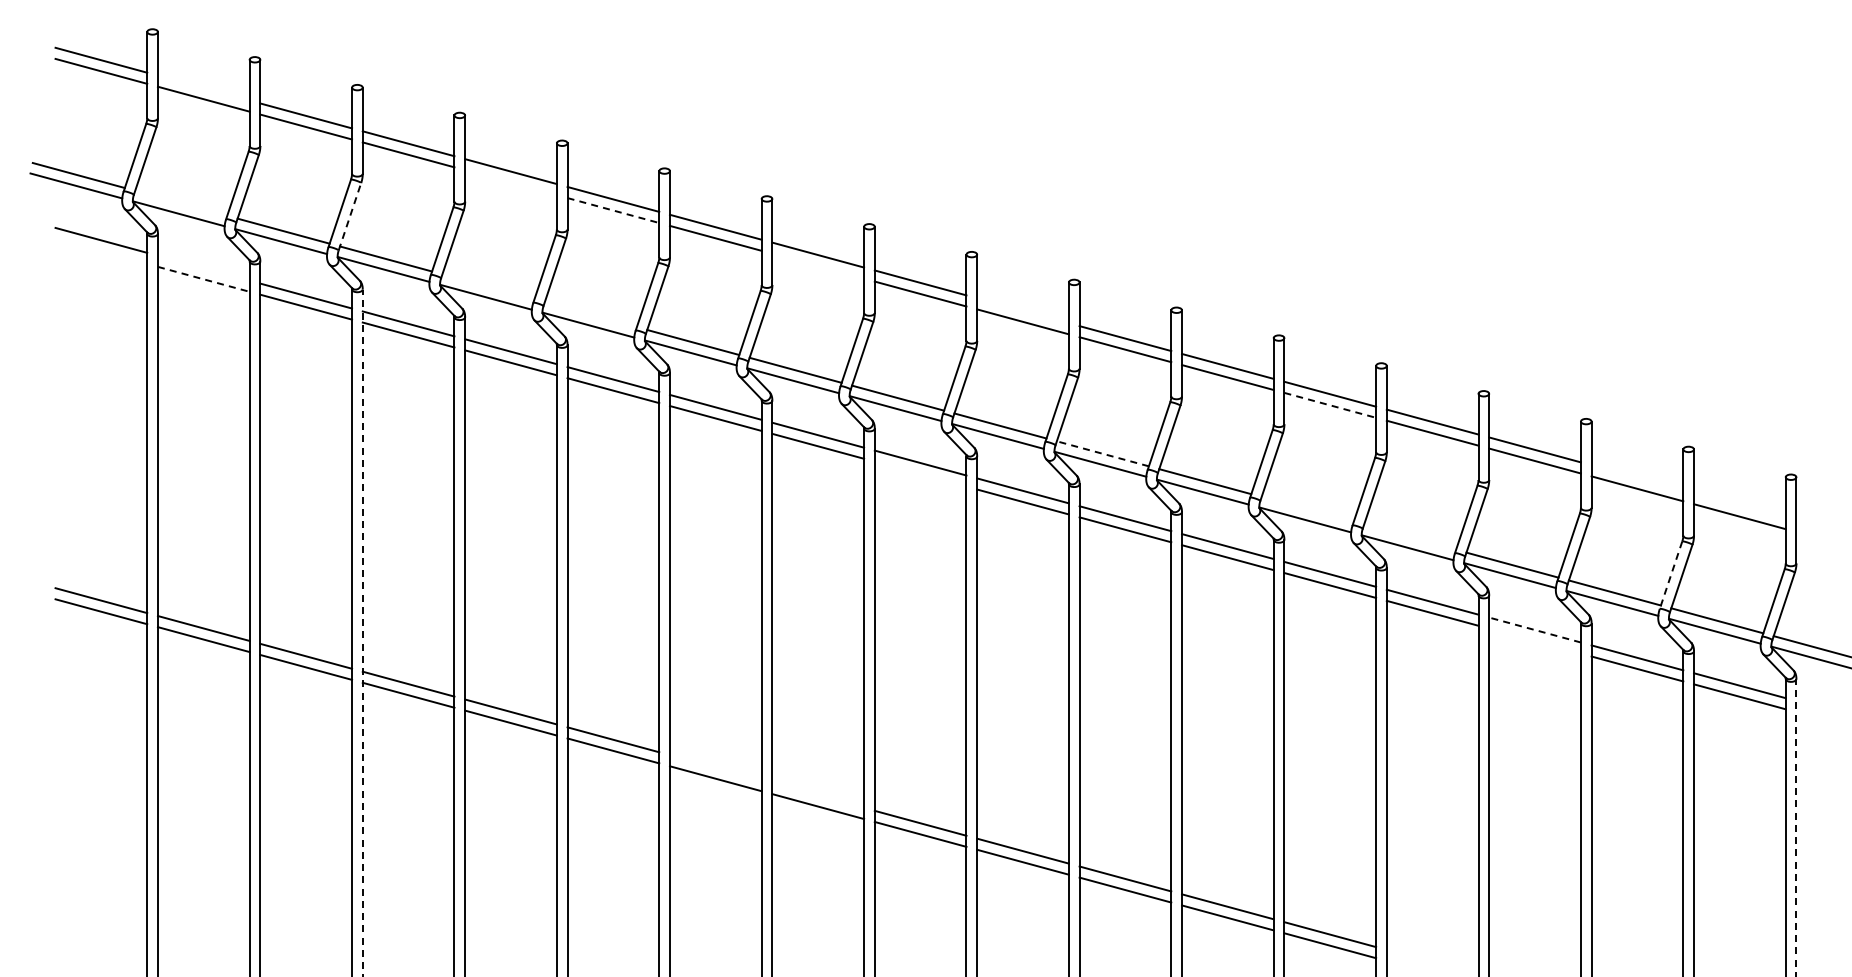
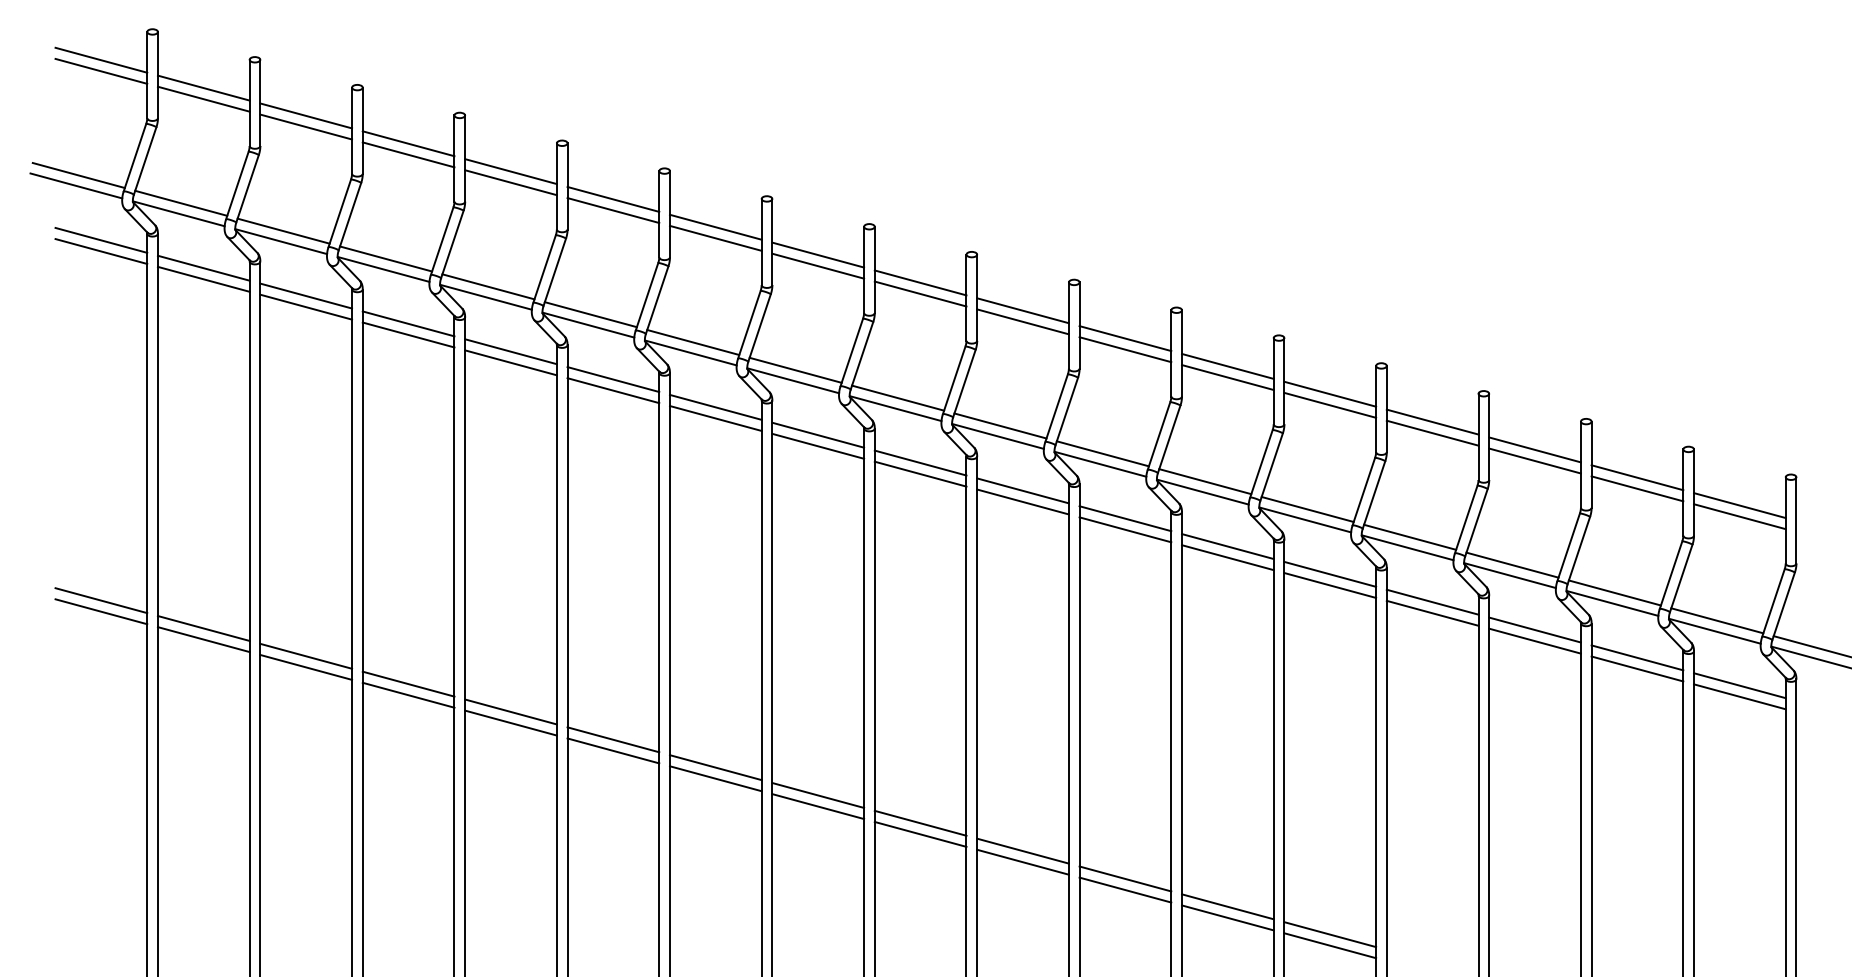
line at (203, 87): none -> present
line at (510, 182): none -> present
line at (181, 202): none -> present
line at (613, 210): dashed -> solid
line at (349, 216): dashed -> solid
line at (101, 251): none -> present
line at (818, 265): none -> present
line at (203, 267): none -> present
line at (203, 279): dashed -> solid
line at (488, 286): none -> present
line at (1022, 310): none -> present
line at (590, 314): none -> present
line at (1330, 405): dashed -> solid
line at (1102, 453): dashed -> solid
line at (920, 473): none -> present
line at (1637, 477): none -> present
line at (1739, 505): none -> present
line at (1307, 509): none -> present
line at (1410, 536): none -> present
line at (1671, 575): dashed -> solid
line at (1535, 630): dashed -> solid
line at (362, 632): dashed -> solid
line at (1534, 640): none -> present
line at (715, 767): none -> present
line at (818, 795): none -> present
line at (1796, 828): dashed -> solid
